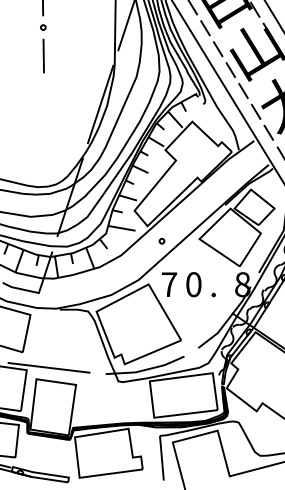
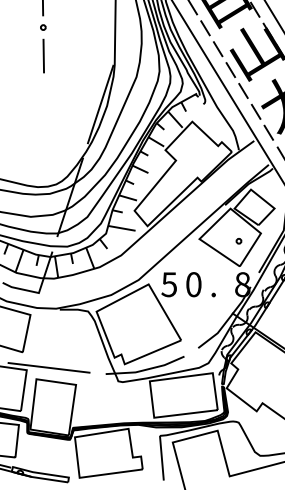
line at (126, 26): present -> none
circle at (161, 241) position: (161, 241) -> (238, 241)
text at (169, 284): 7 -> 5
